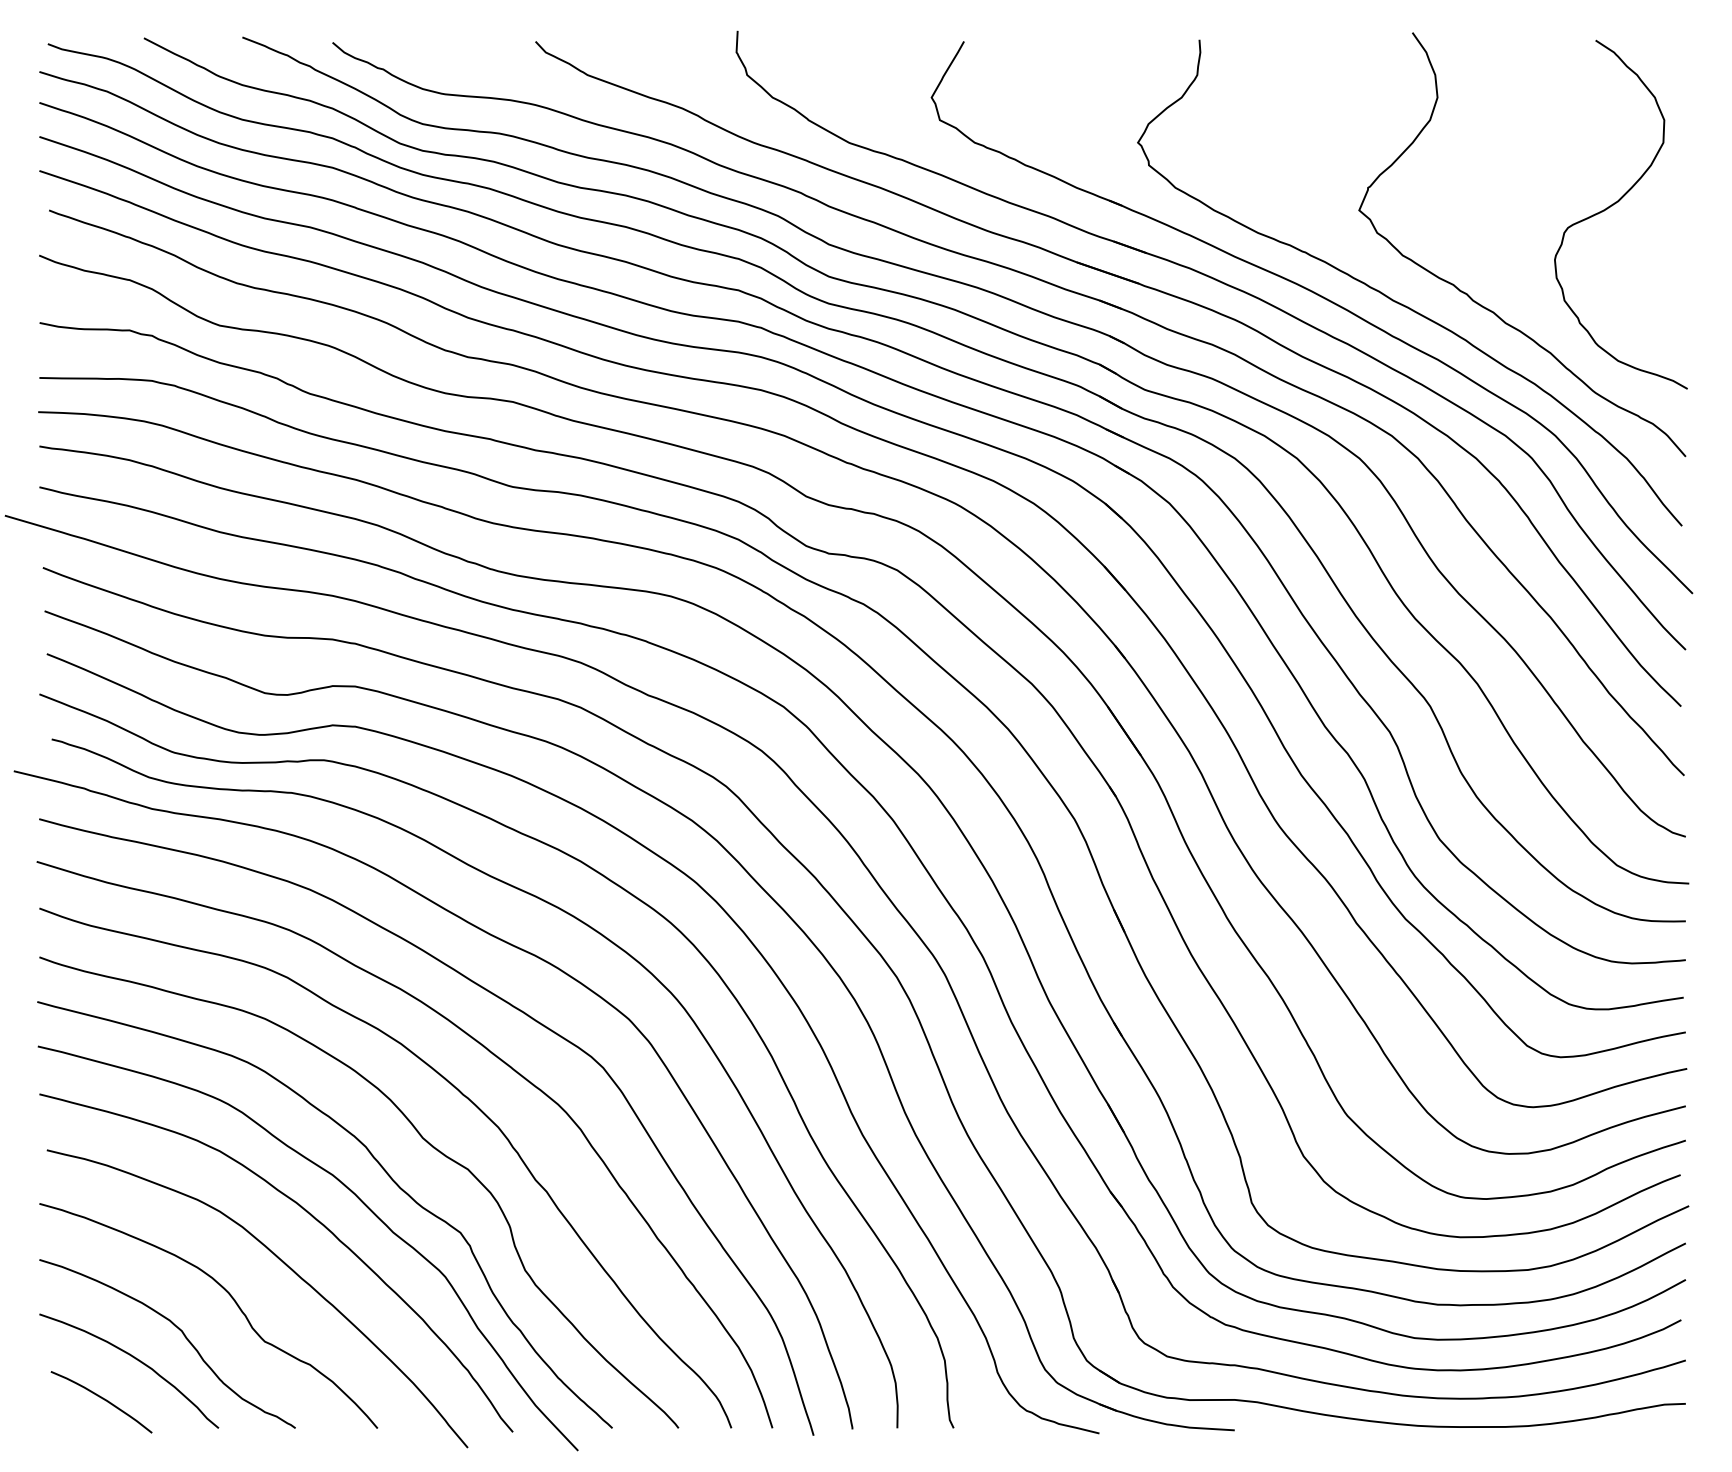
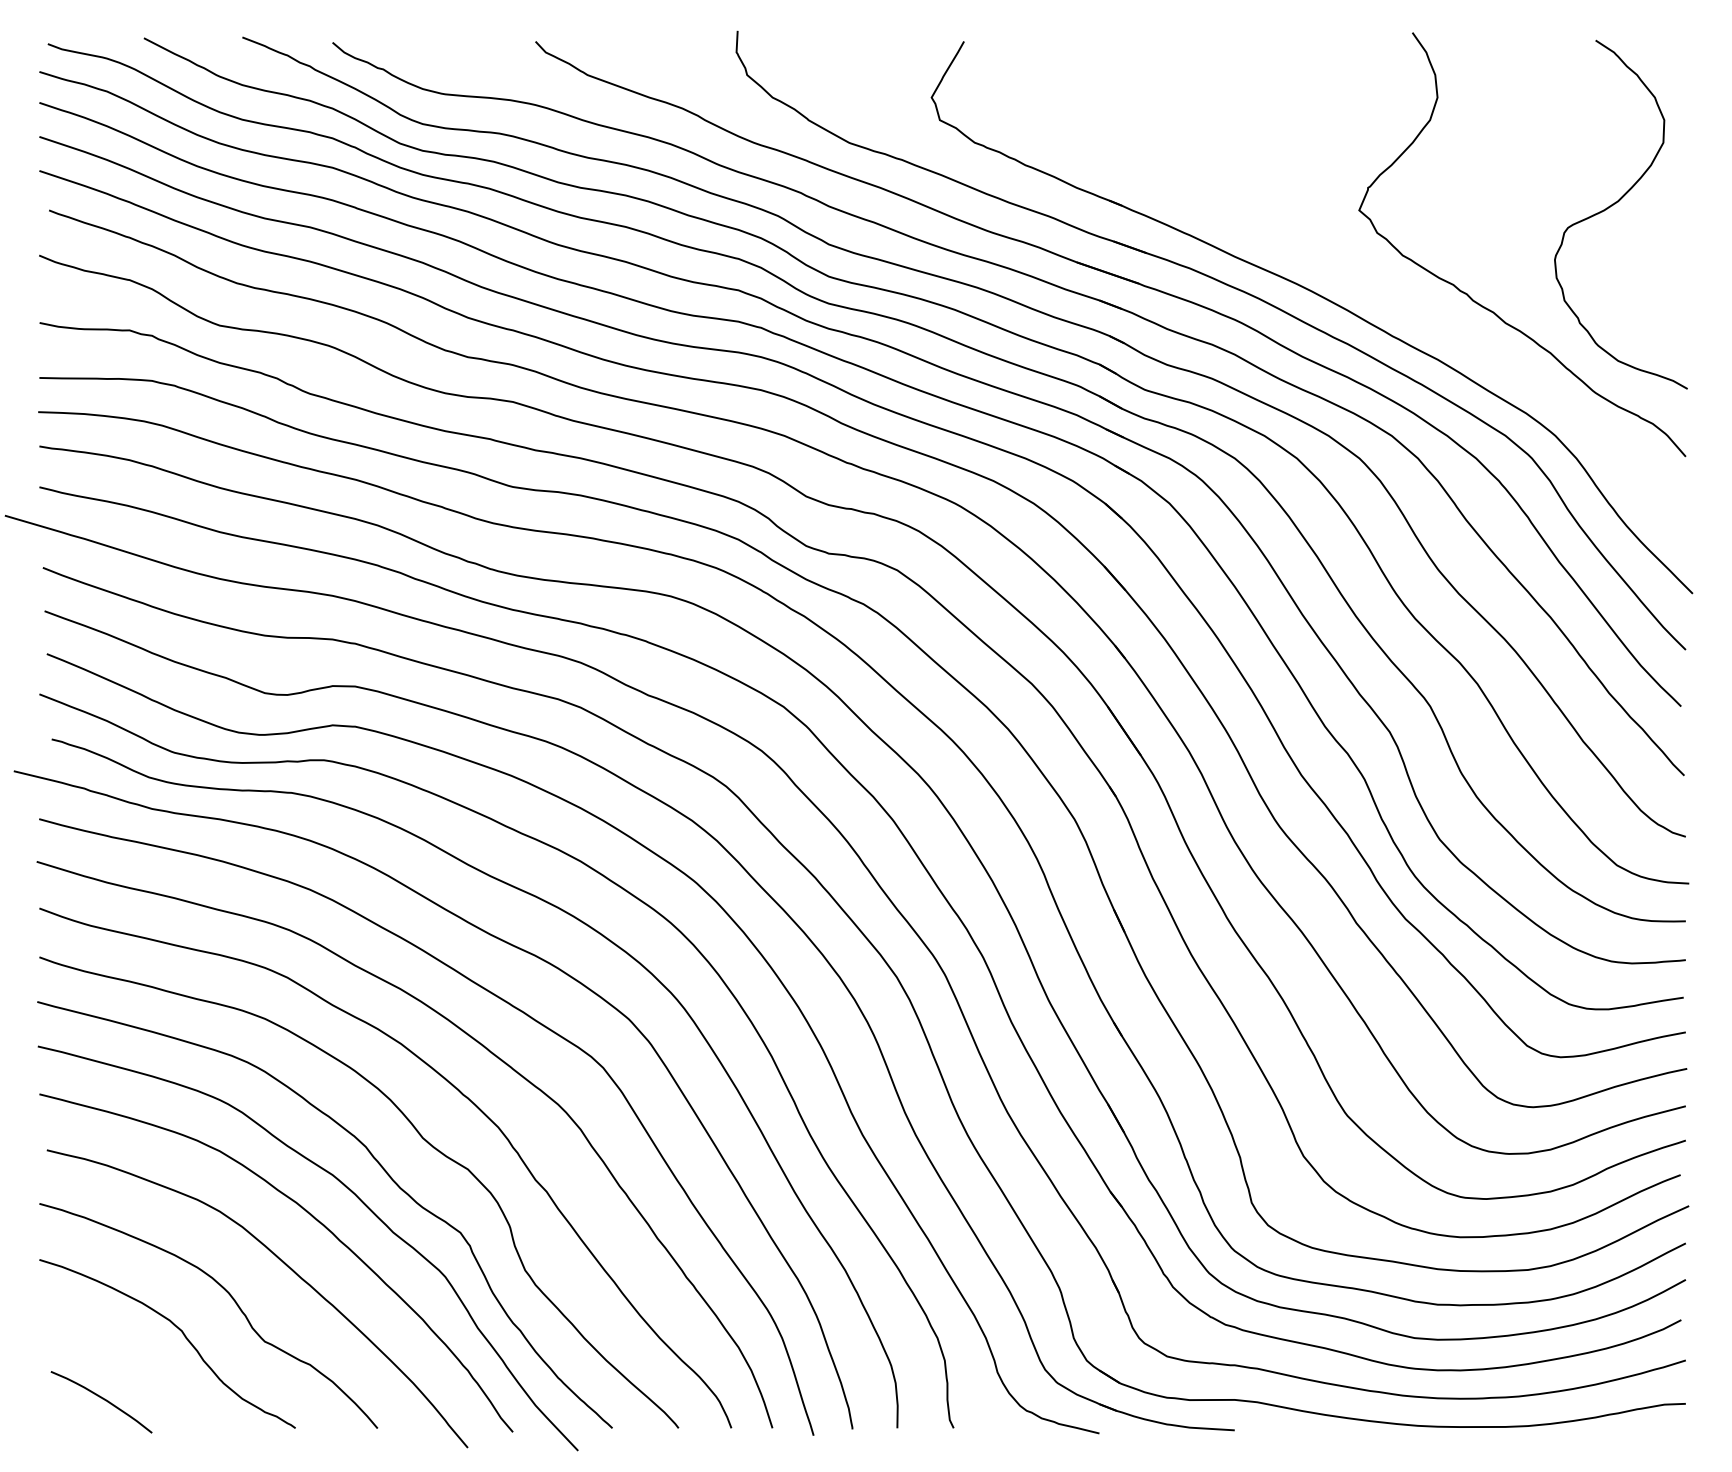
curve at (1399, 302): present -> none
curve at (135, 1359): present -> none
